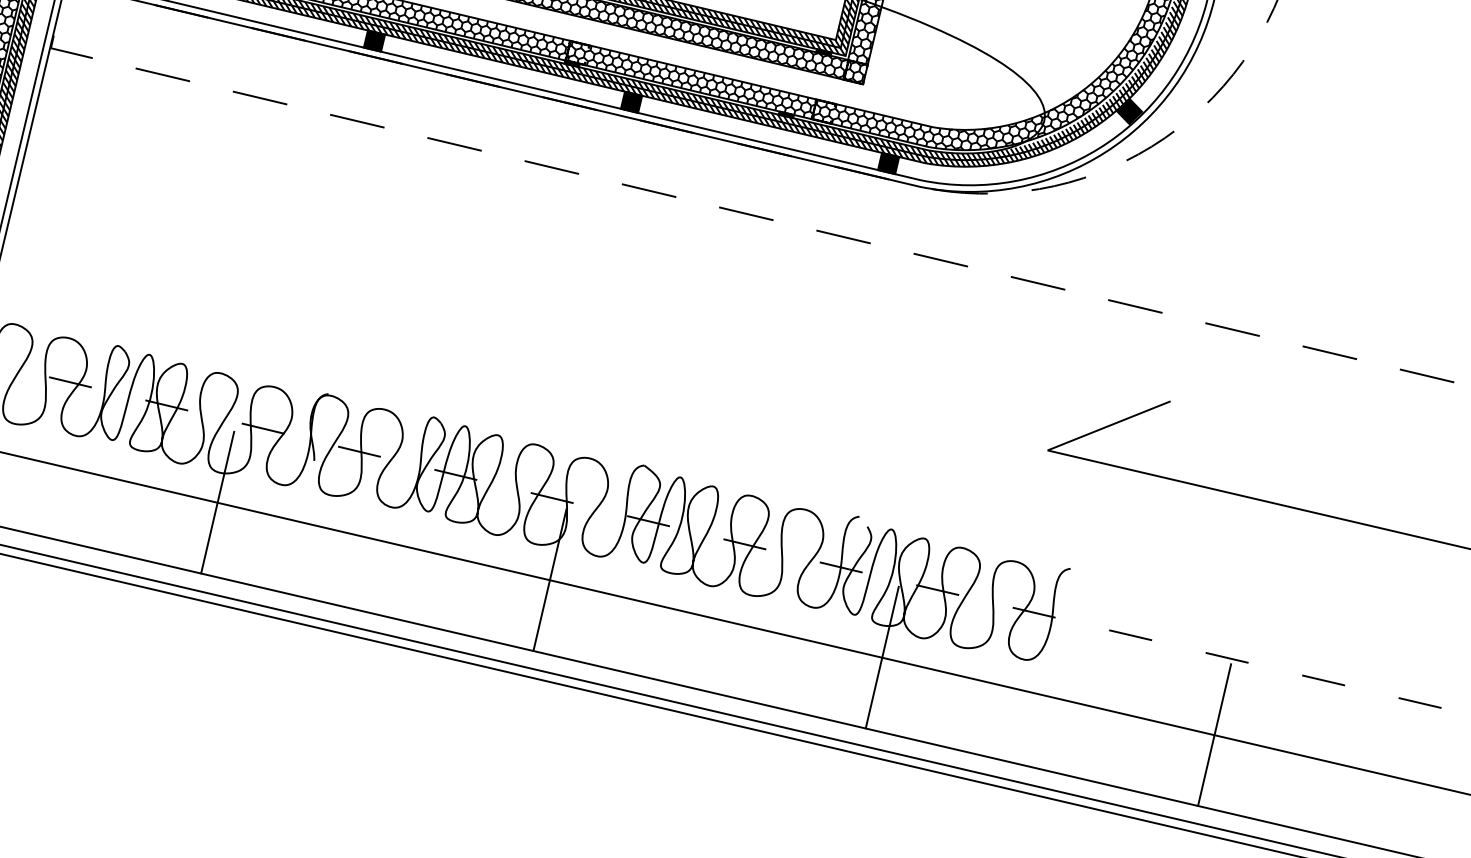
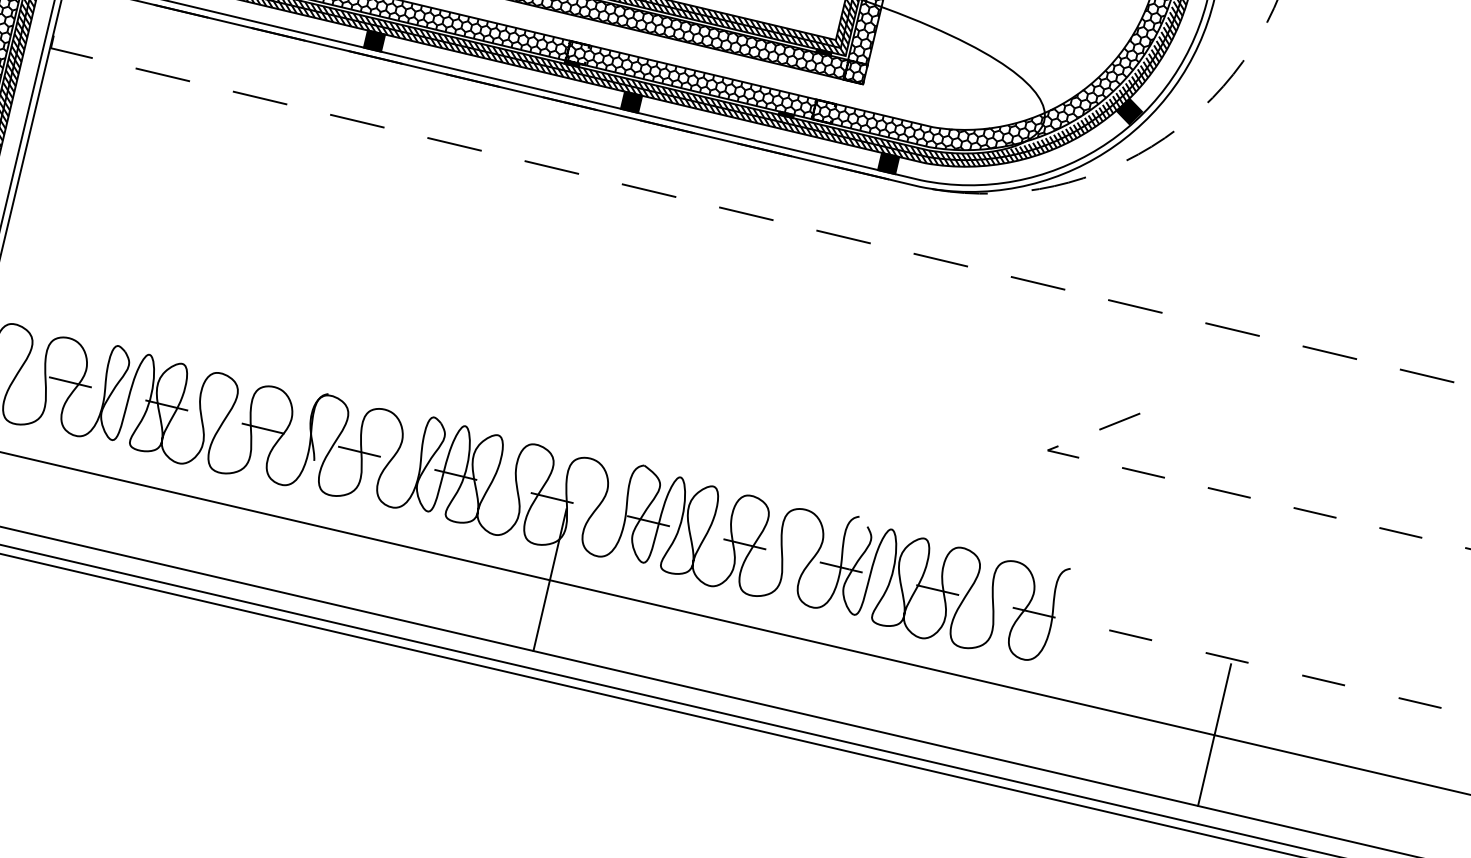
line at (1193, 484): solid -> dashed
line at (217, 502): present -> none
line at (881, 657): present -> none
